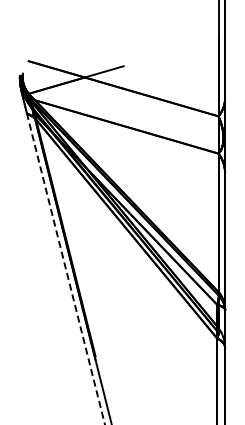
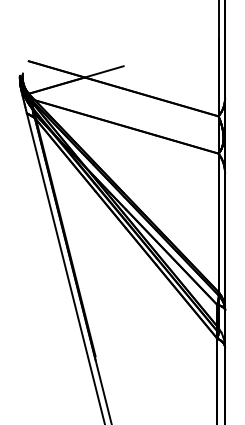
line at (65, 269): dashed -> solid
